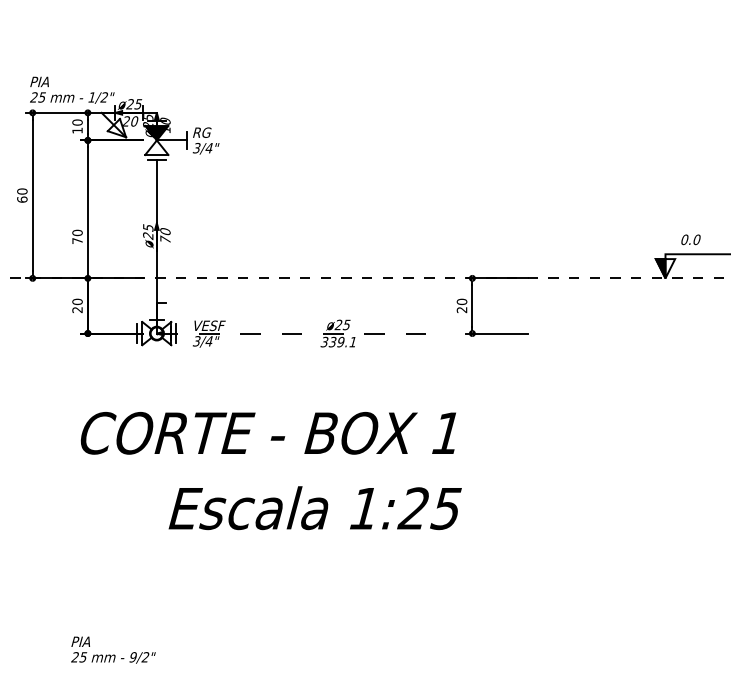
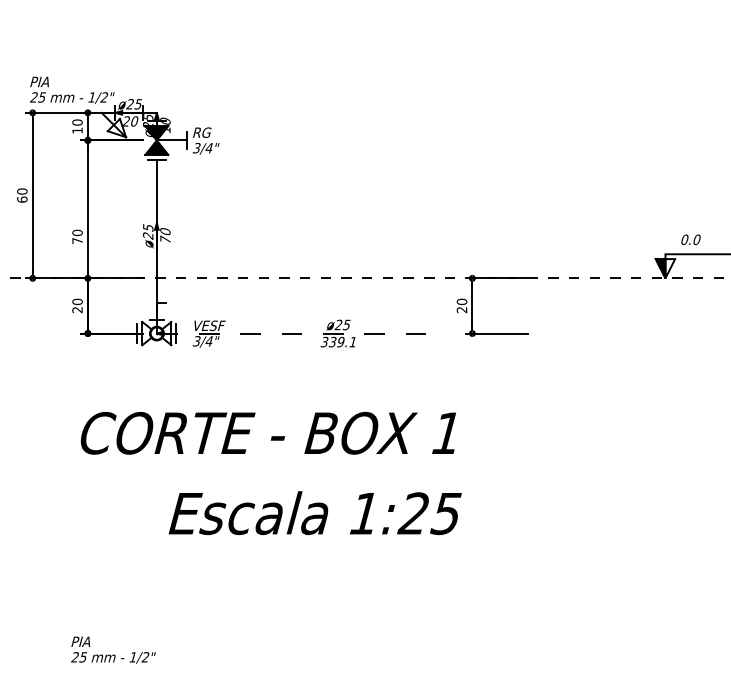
fill at (156, 147): none -> present
text at (314, 508) position: (314, 508) -> (314, 513)
text at (132, 657): 9/2" -> 1/2"
